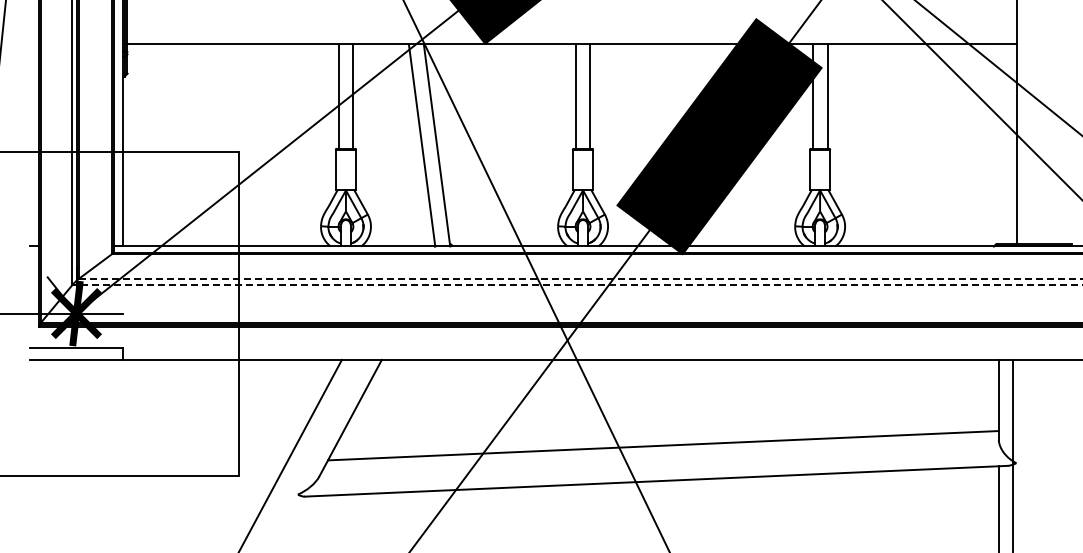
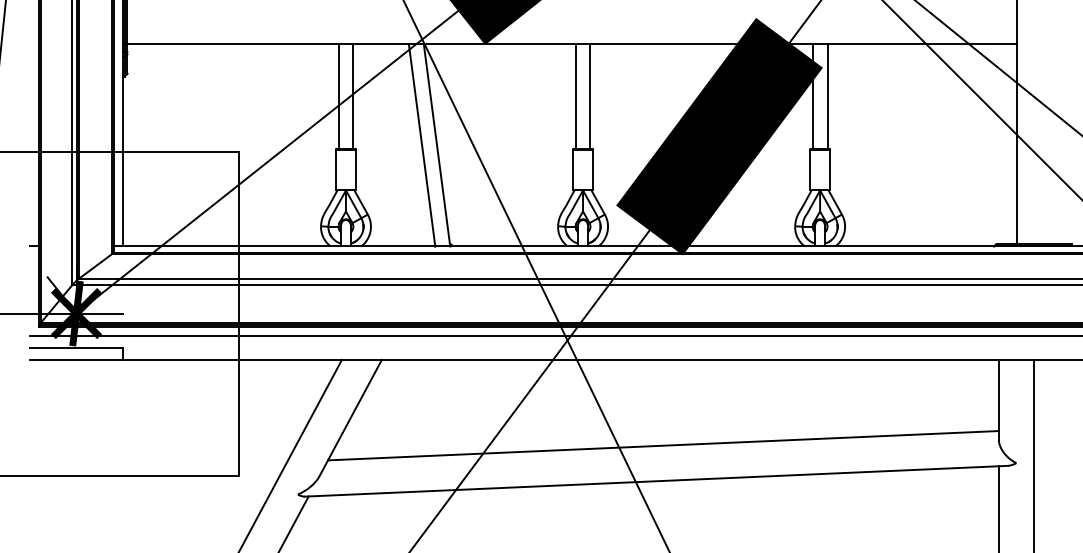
line at (581, 279): dashed -> solid
line at (577, 285): dashed -> solid
line at (554, 335): none -> present
line at (1013, 454) position: (1013, 454) -> (1034, 454)
line at (294, 522): none -> present
